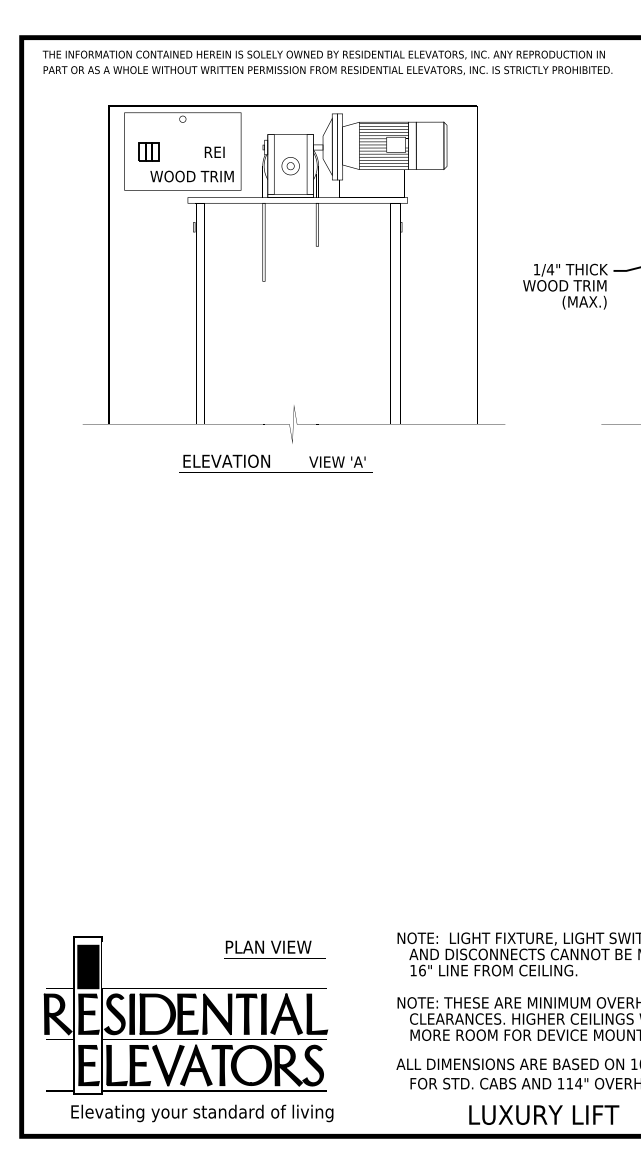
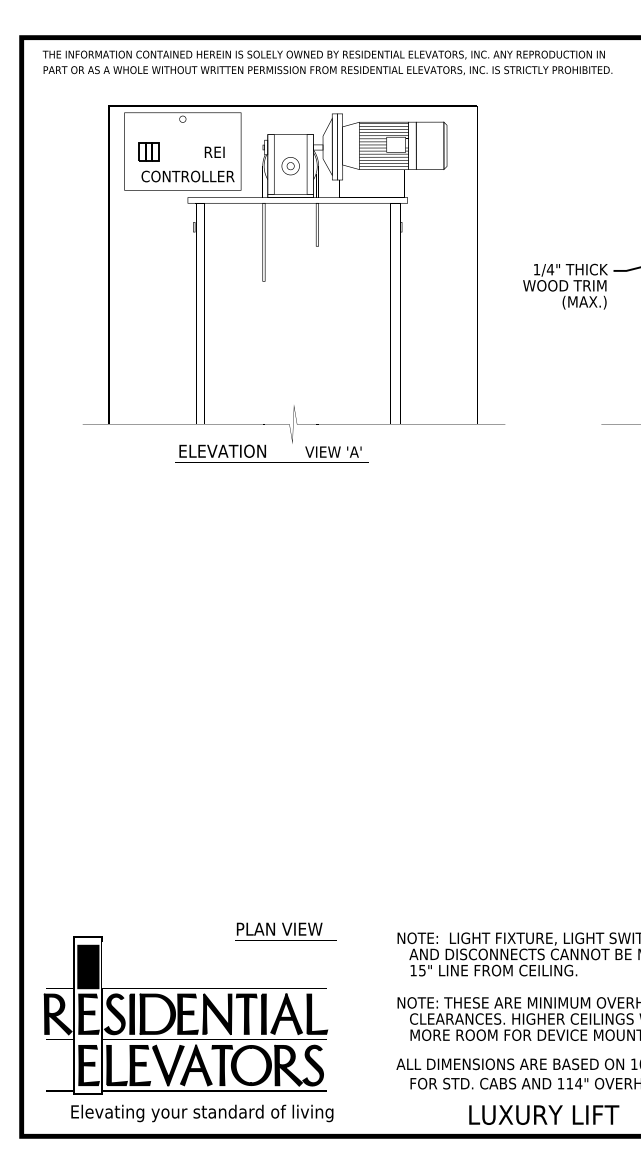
text at (187, 176): WOOD TRIM -> CONTROLLER
text at (275, 463) position: (275, 463) -> (271, 453)
text at (274, 949) position: (274, 949) -> (285, 931)
text at (422, 970): 16" -> 15"
